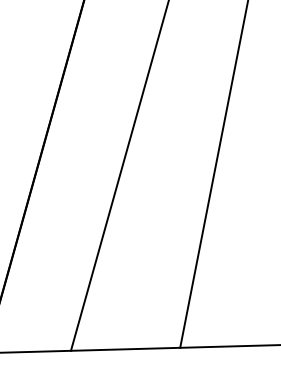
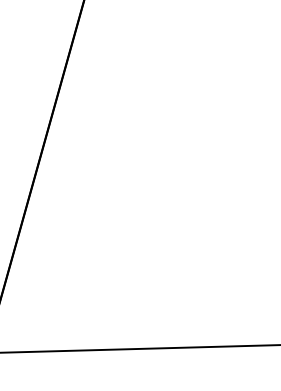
line at (213, 174): present -> none
line at (119, 176): present -> none
